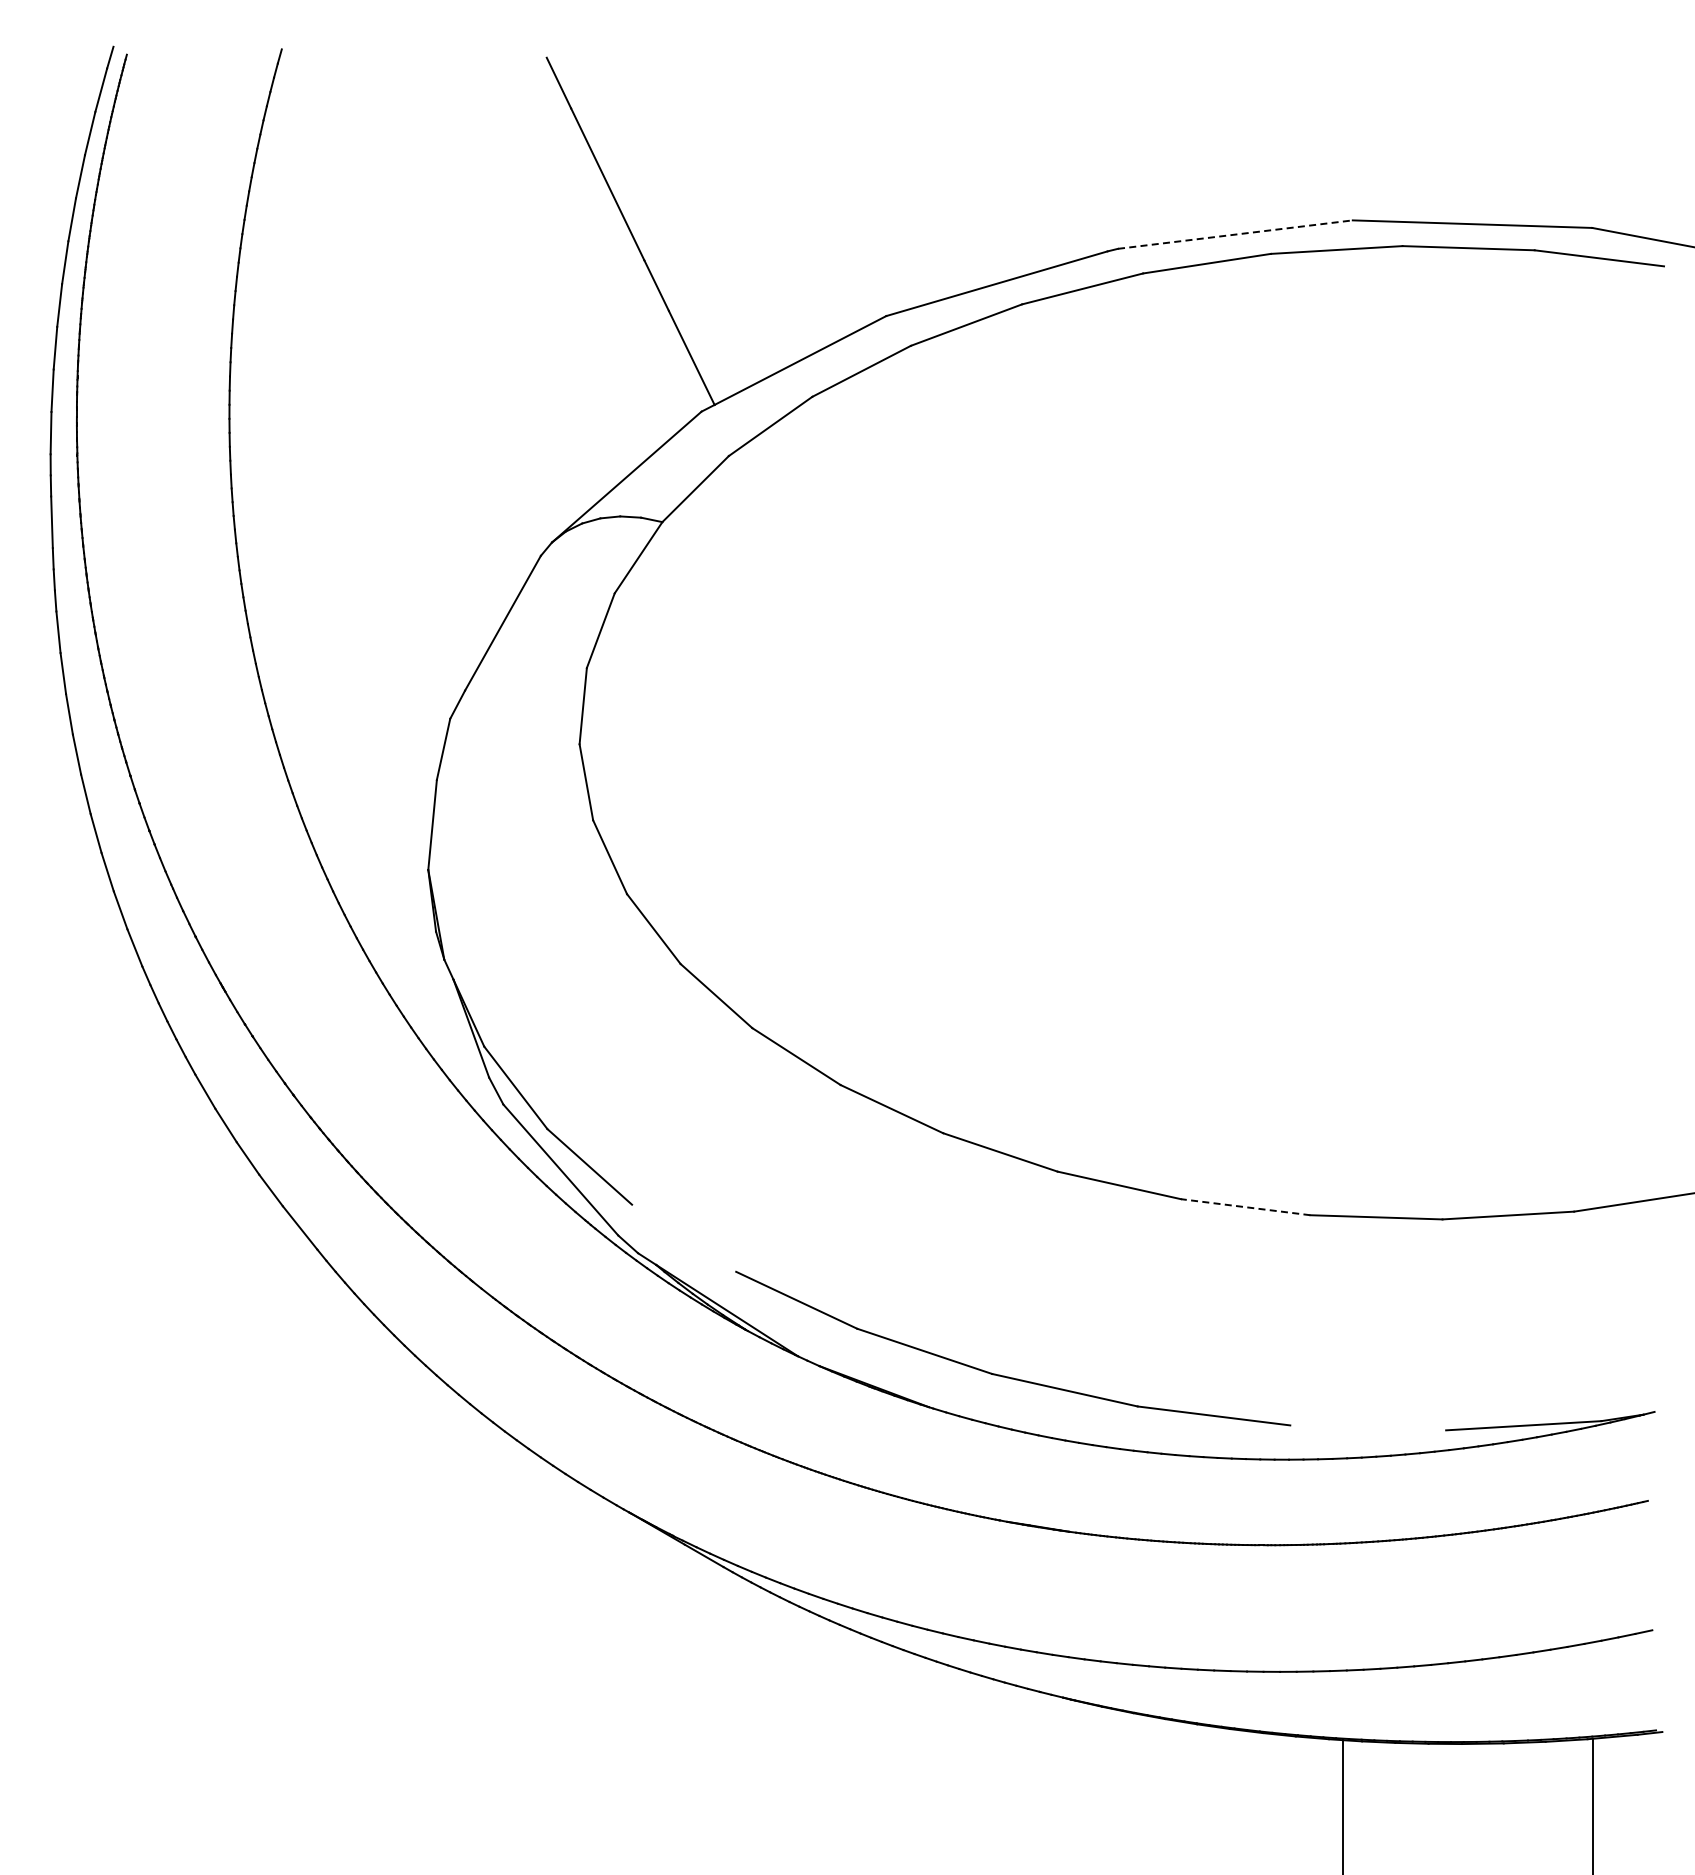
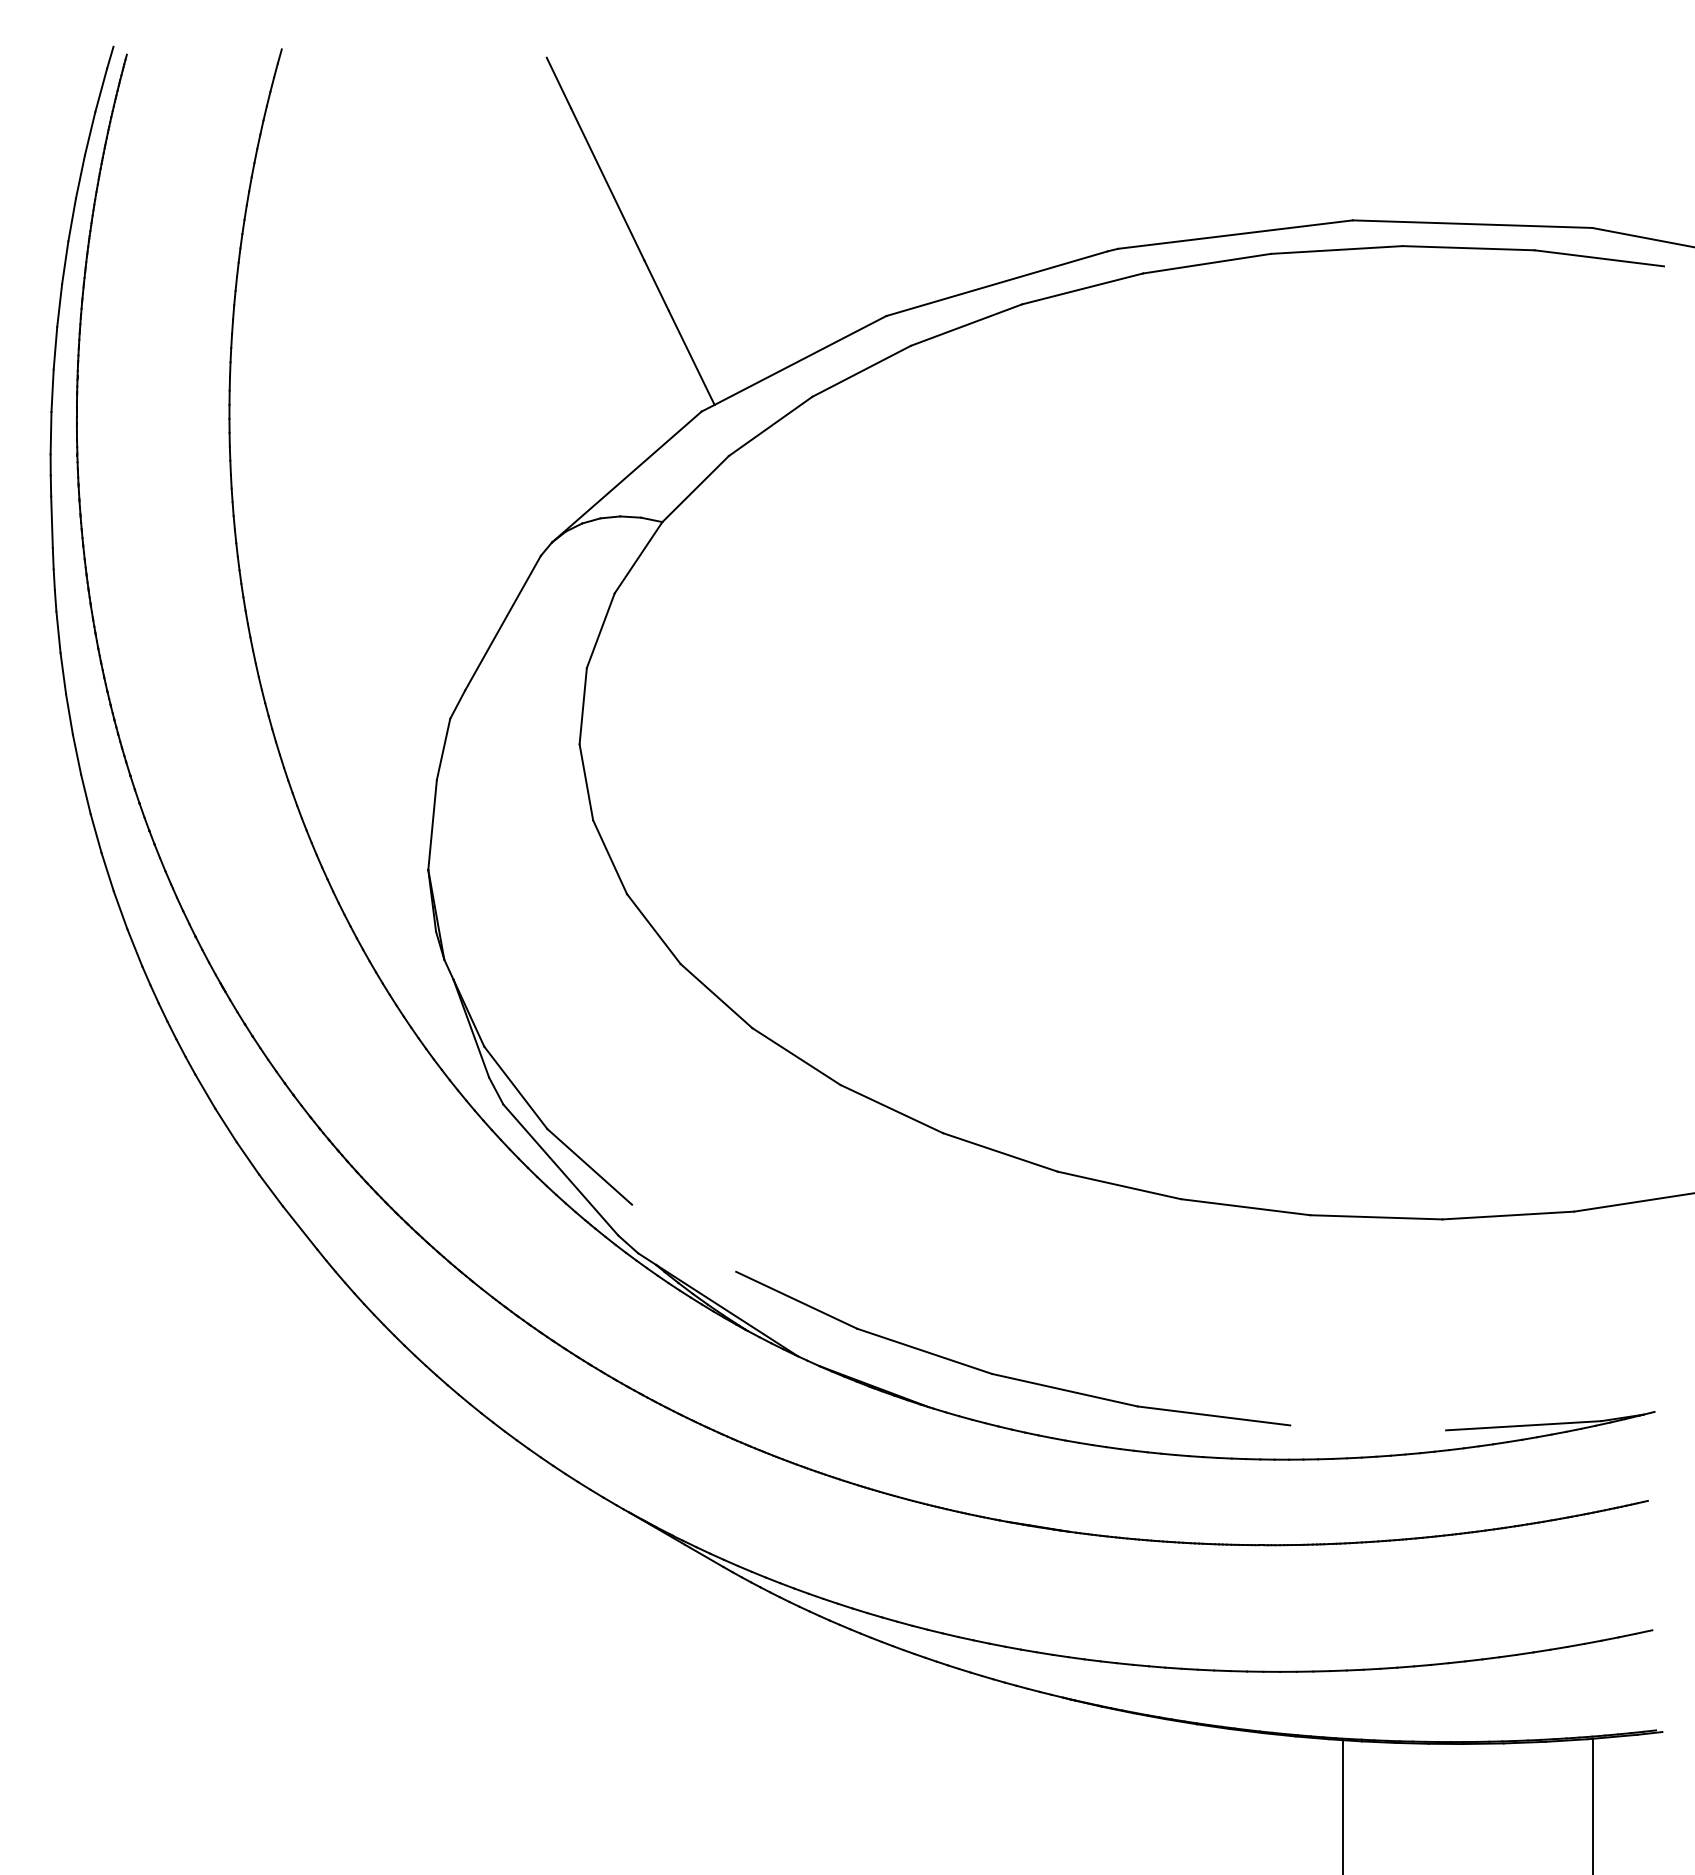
line at (1235, 234): dashed -> solid
line at (1245, 1207): dashed -> solid
